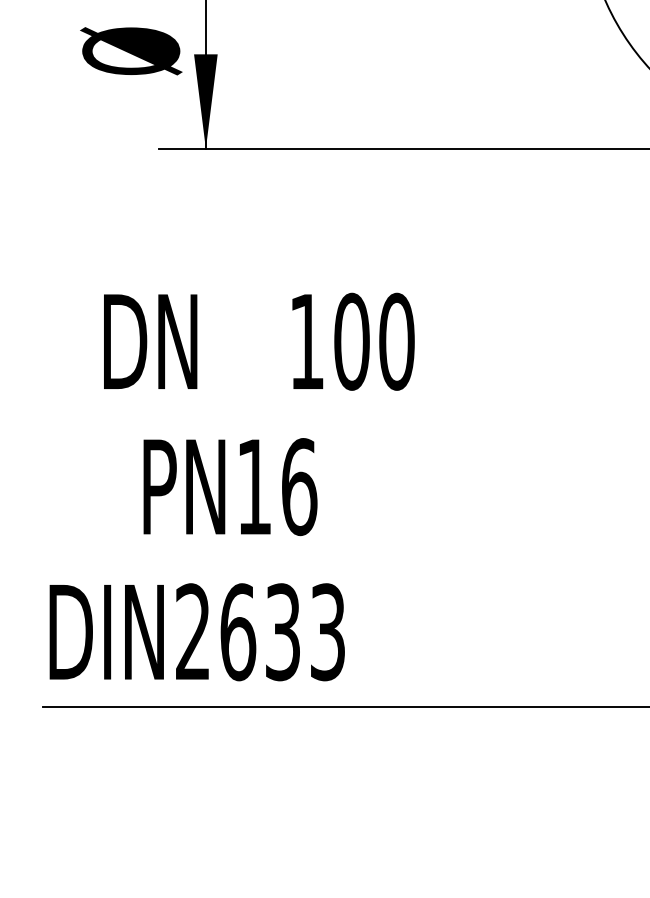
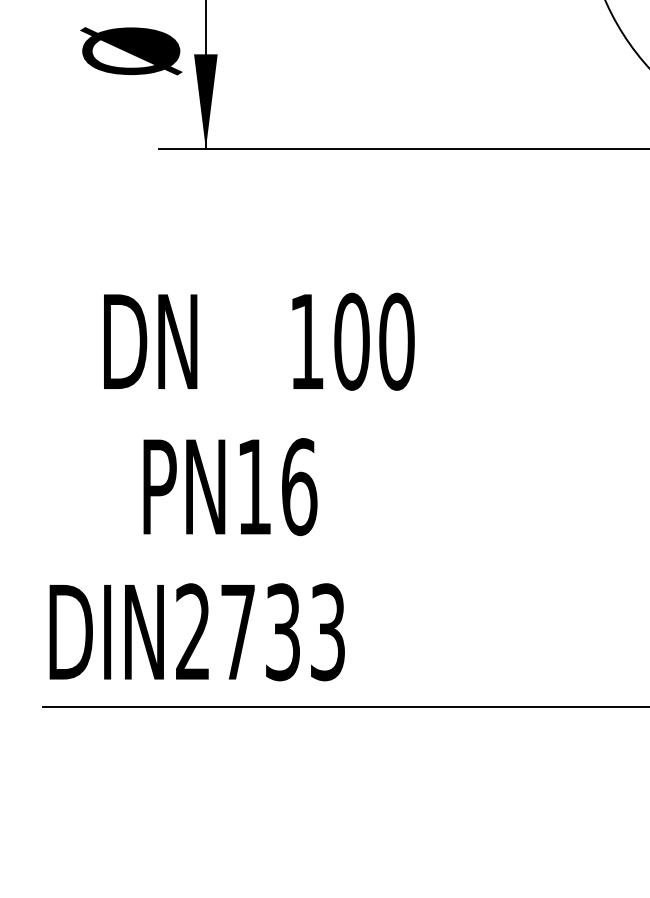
text at (238, 632): DIN2633 -> DIN2733
